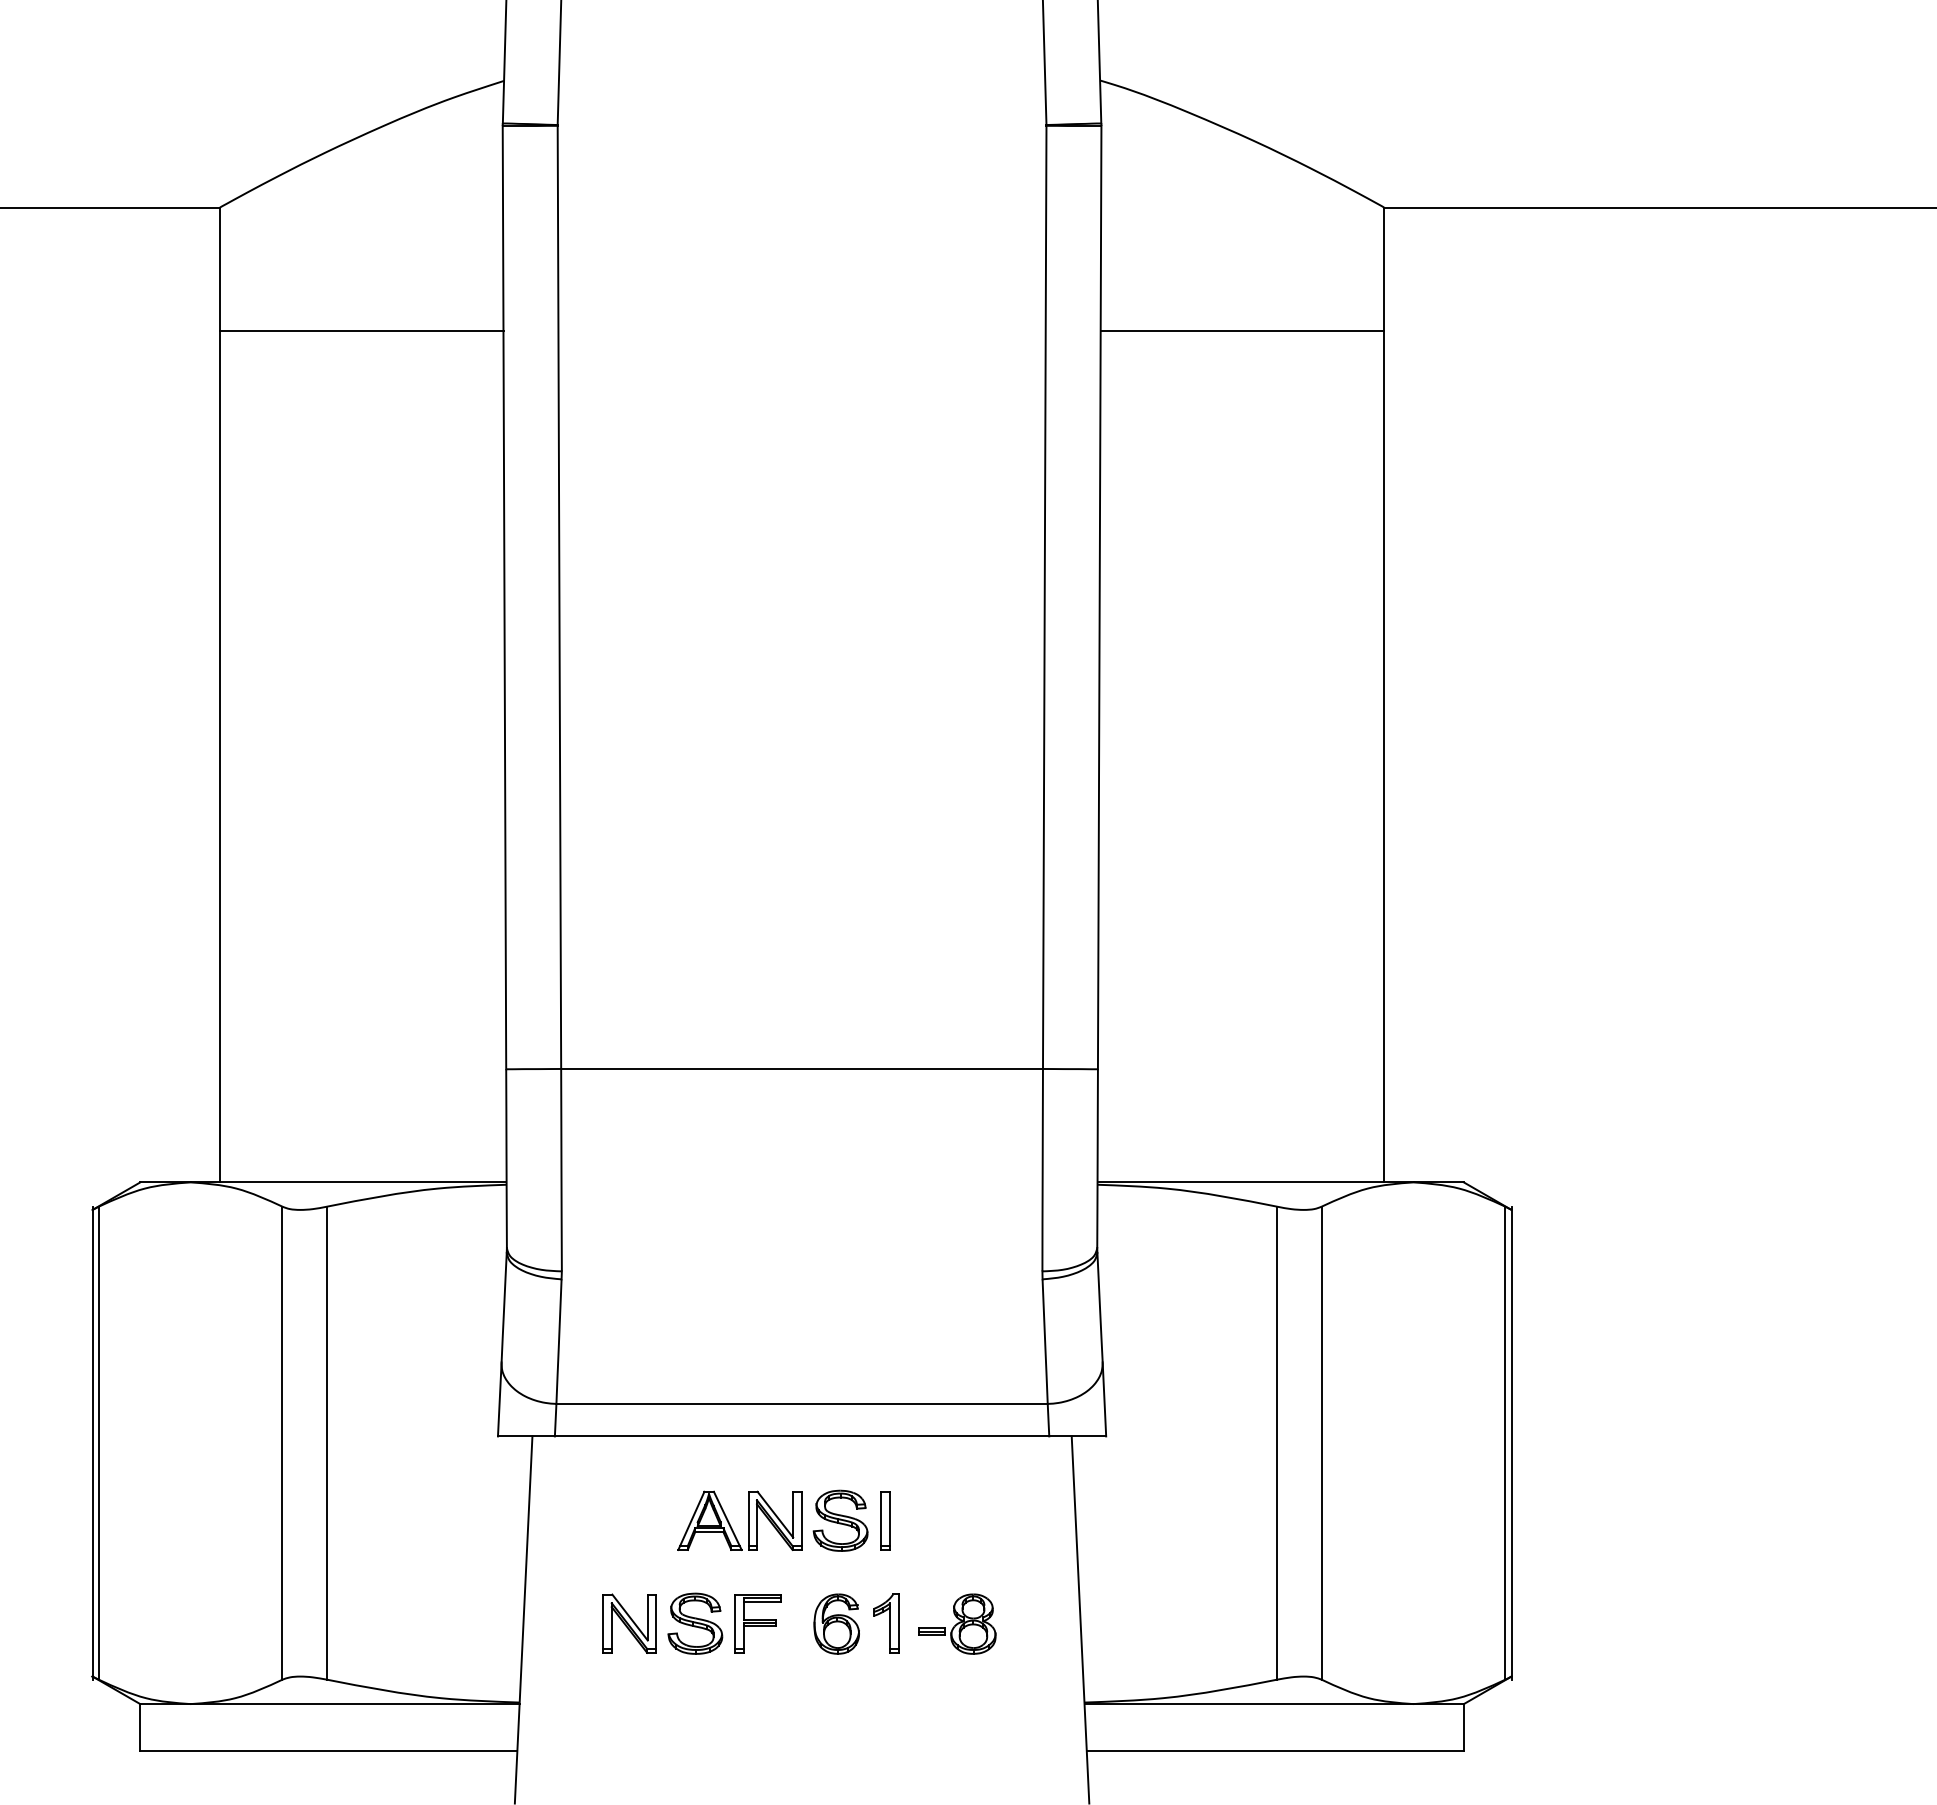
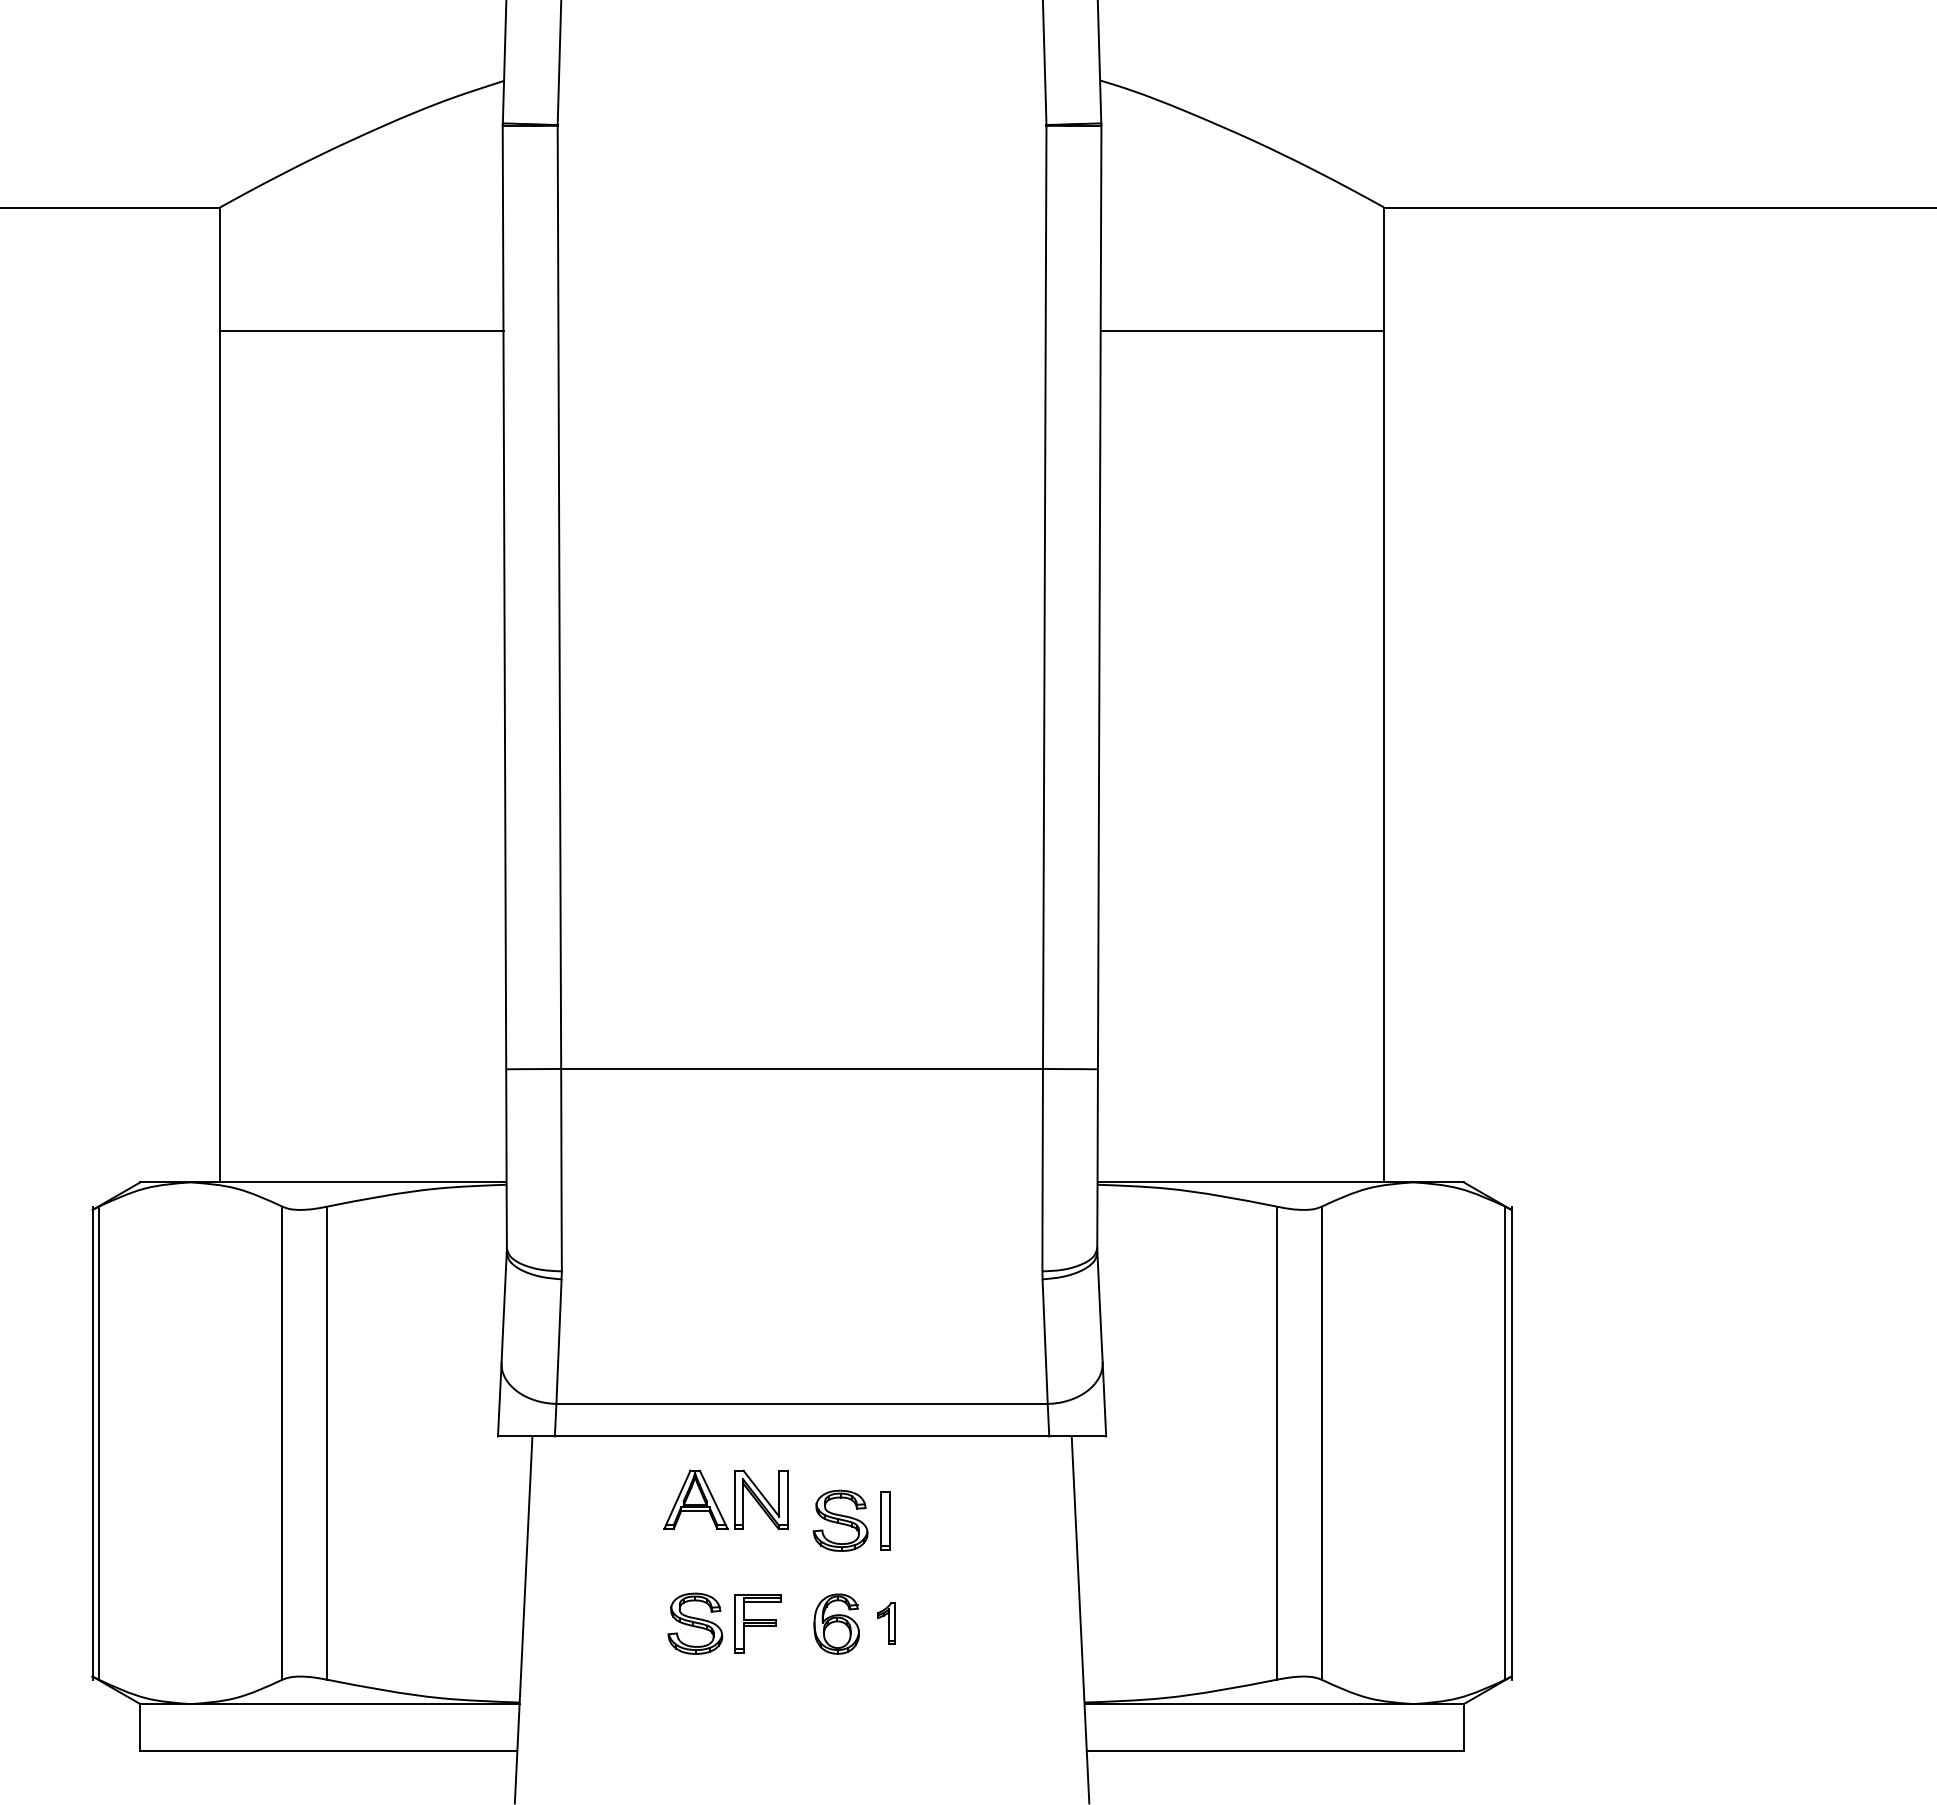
part at (748, 1520) position: (748, 1520) -> (734, 1499)
part at (629, 1623): present -> none
part at (886, 1623) size: 27x61 px -> 19x43 px
part at (957, 1623): present -> none
